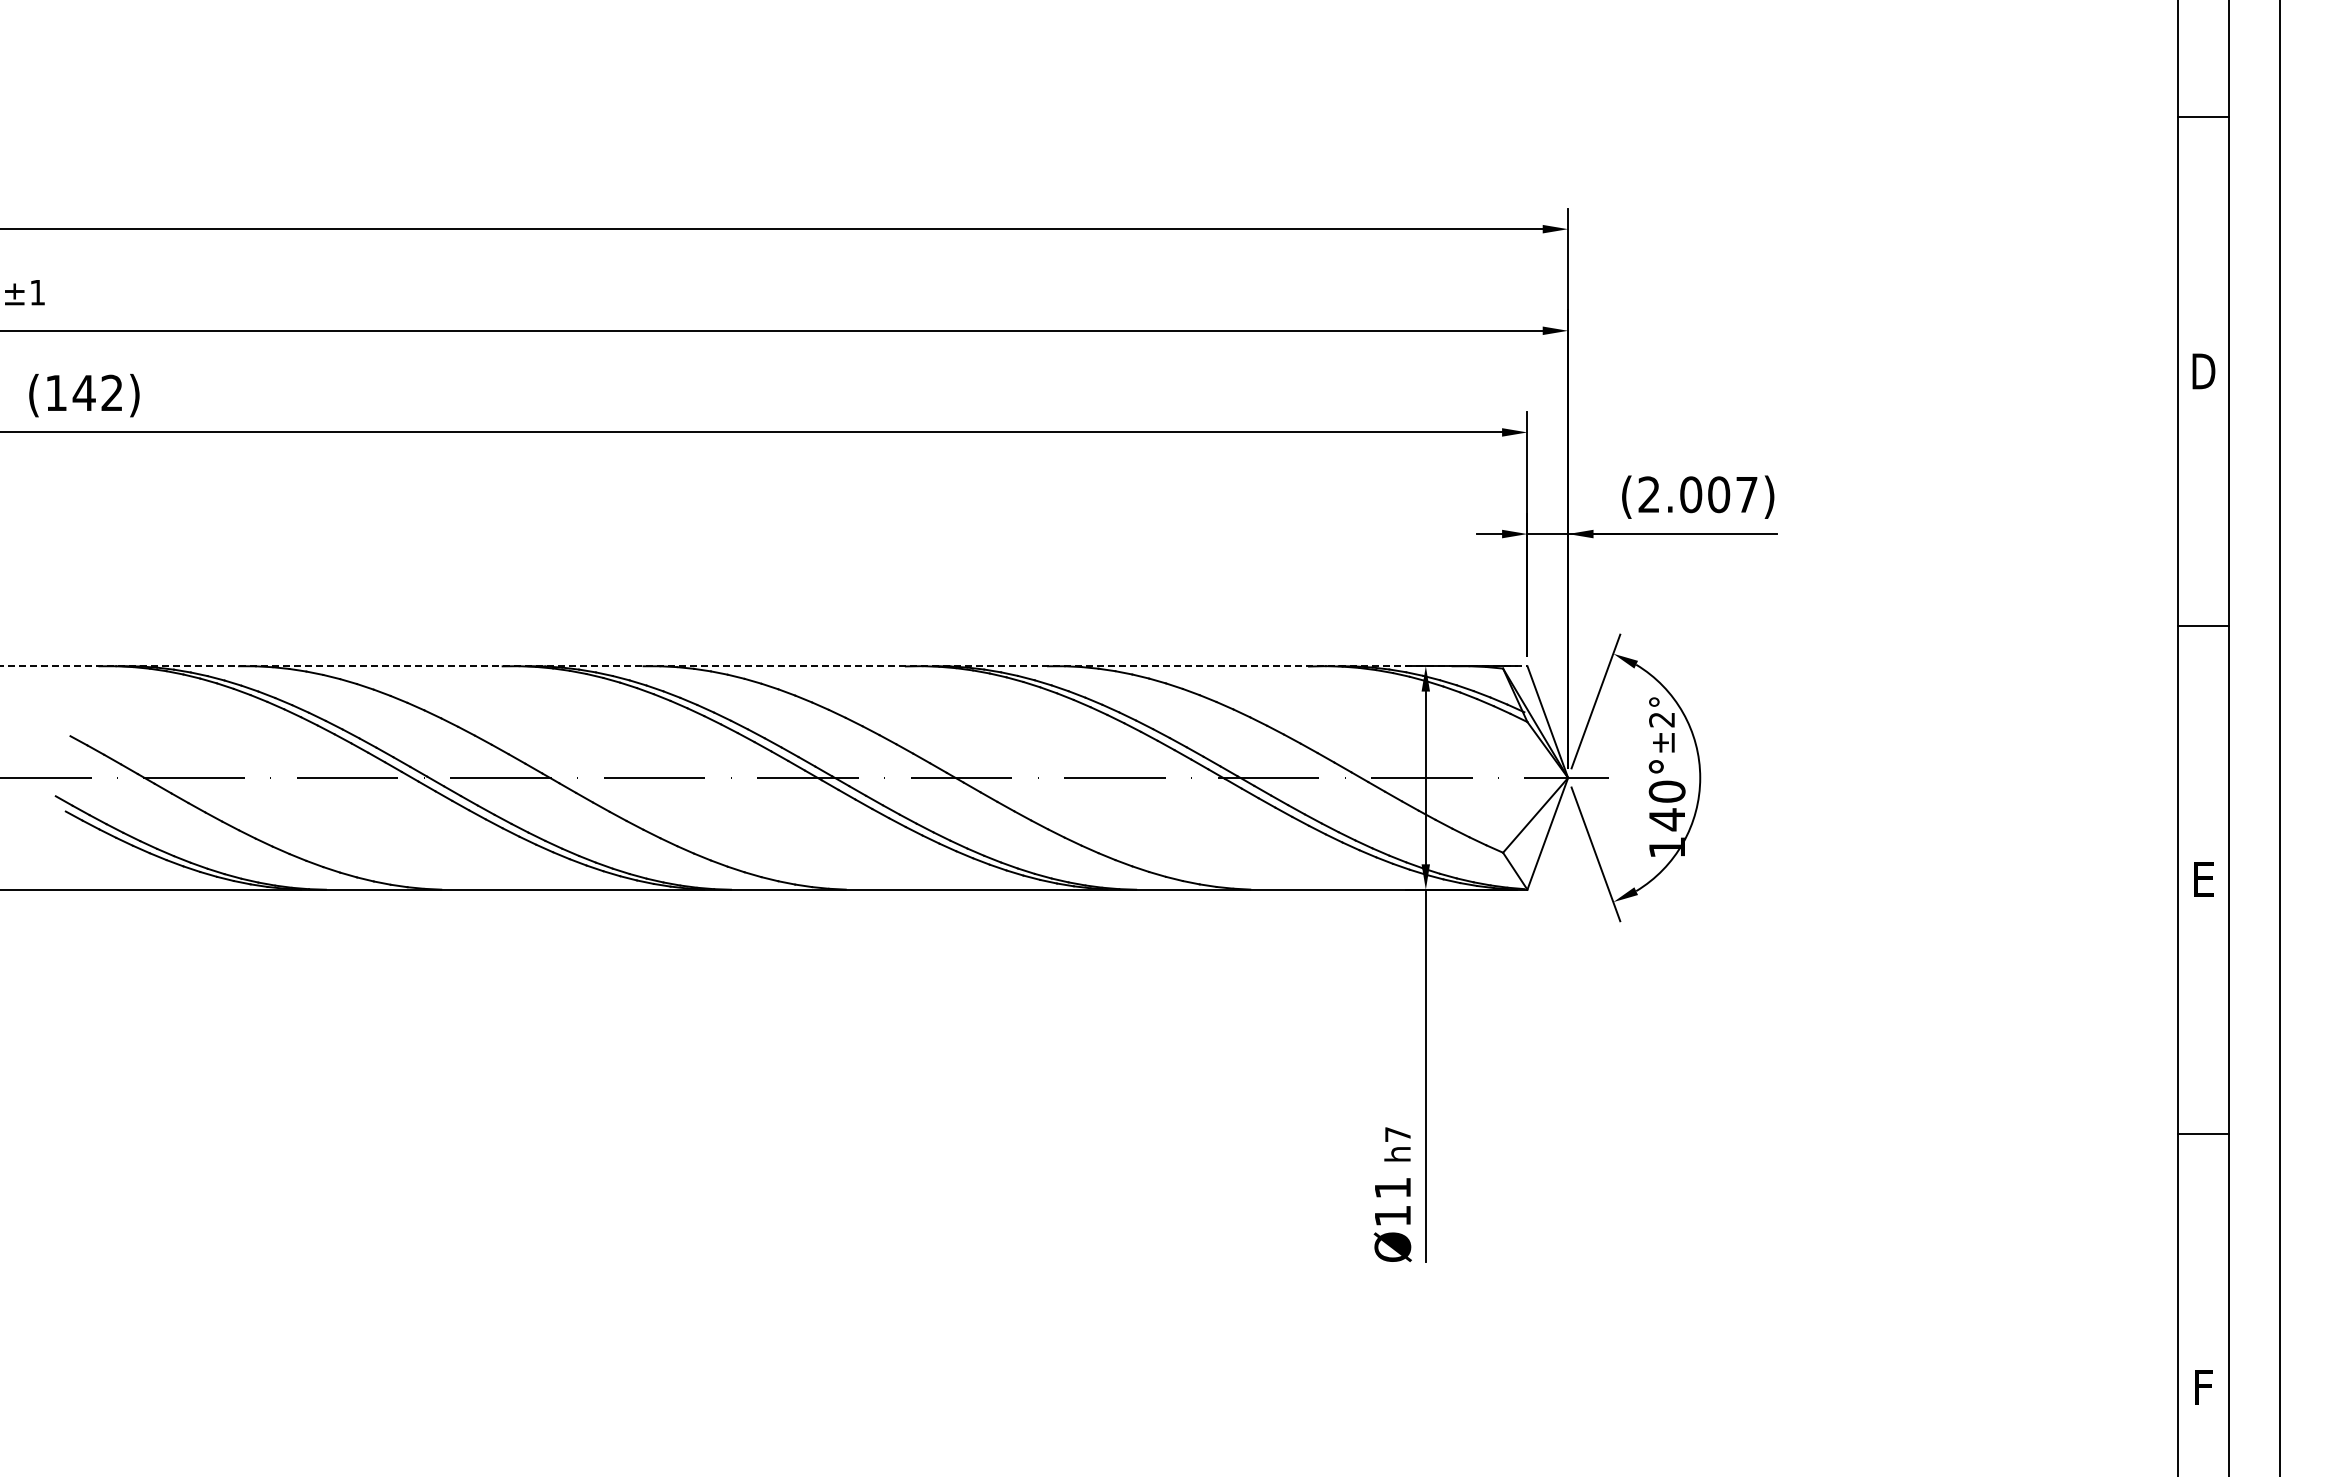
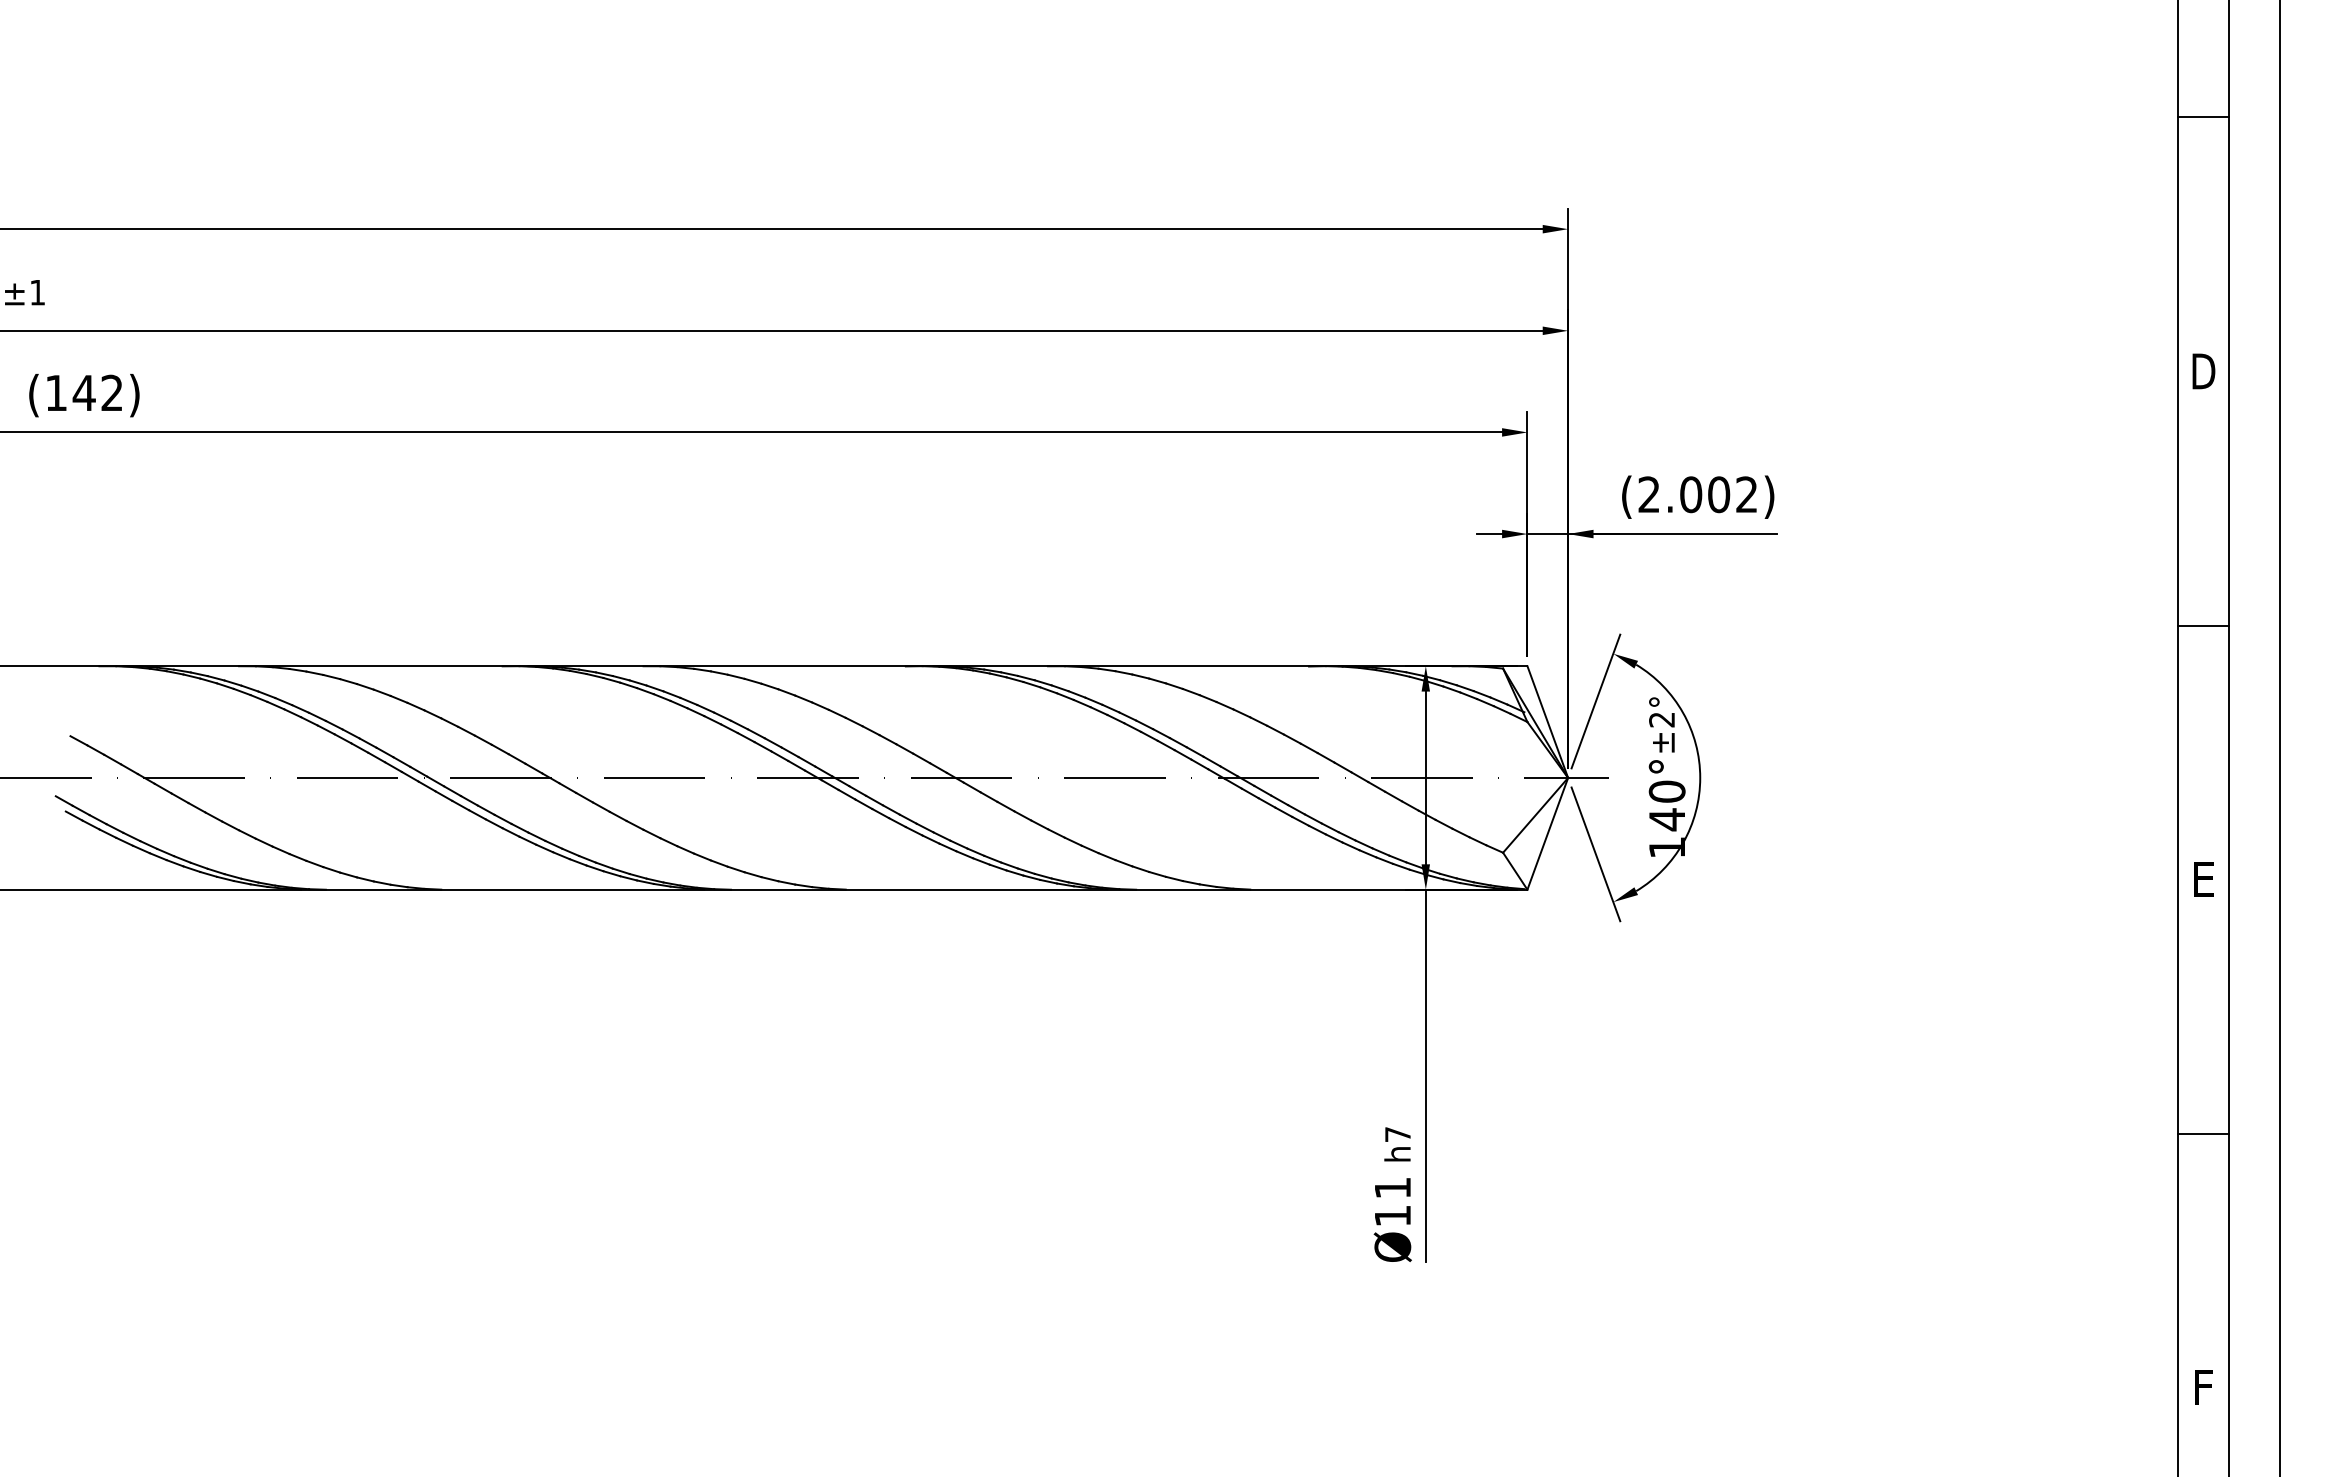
text at (1746, 494): (2.007) -> (2.002)
line at (764, 666): dashed -> solid
